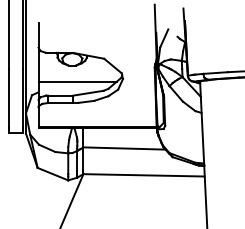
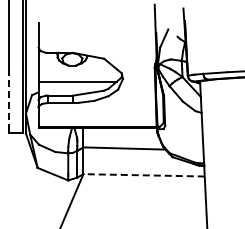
line at (9, 99): solid -> dashed
line at (144, 175): solid -> dashed
